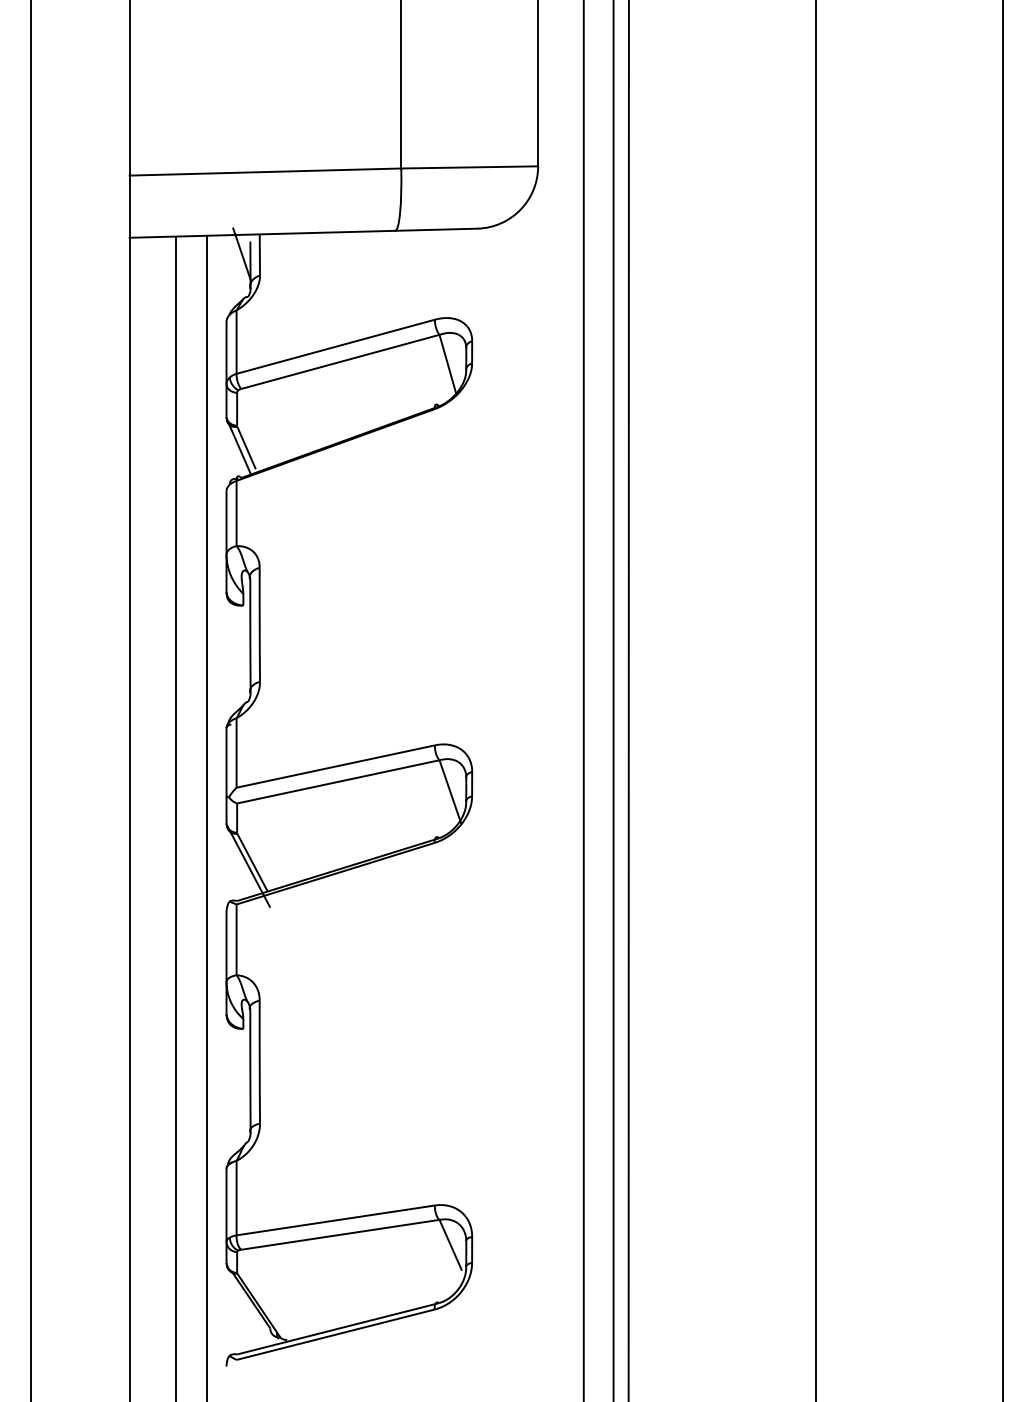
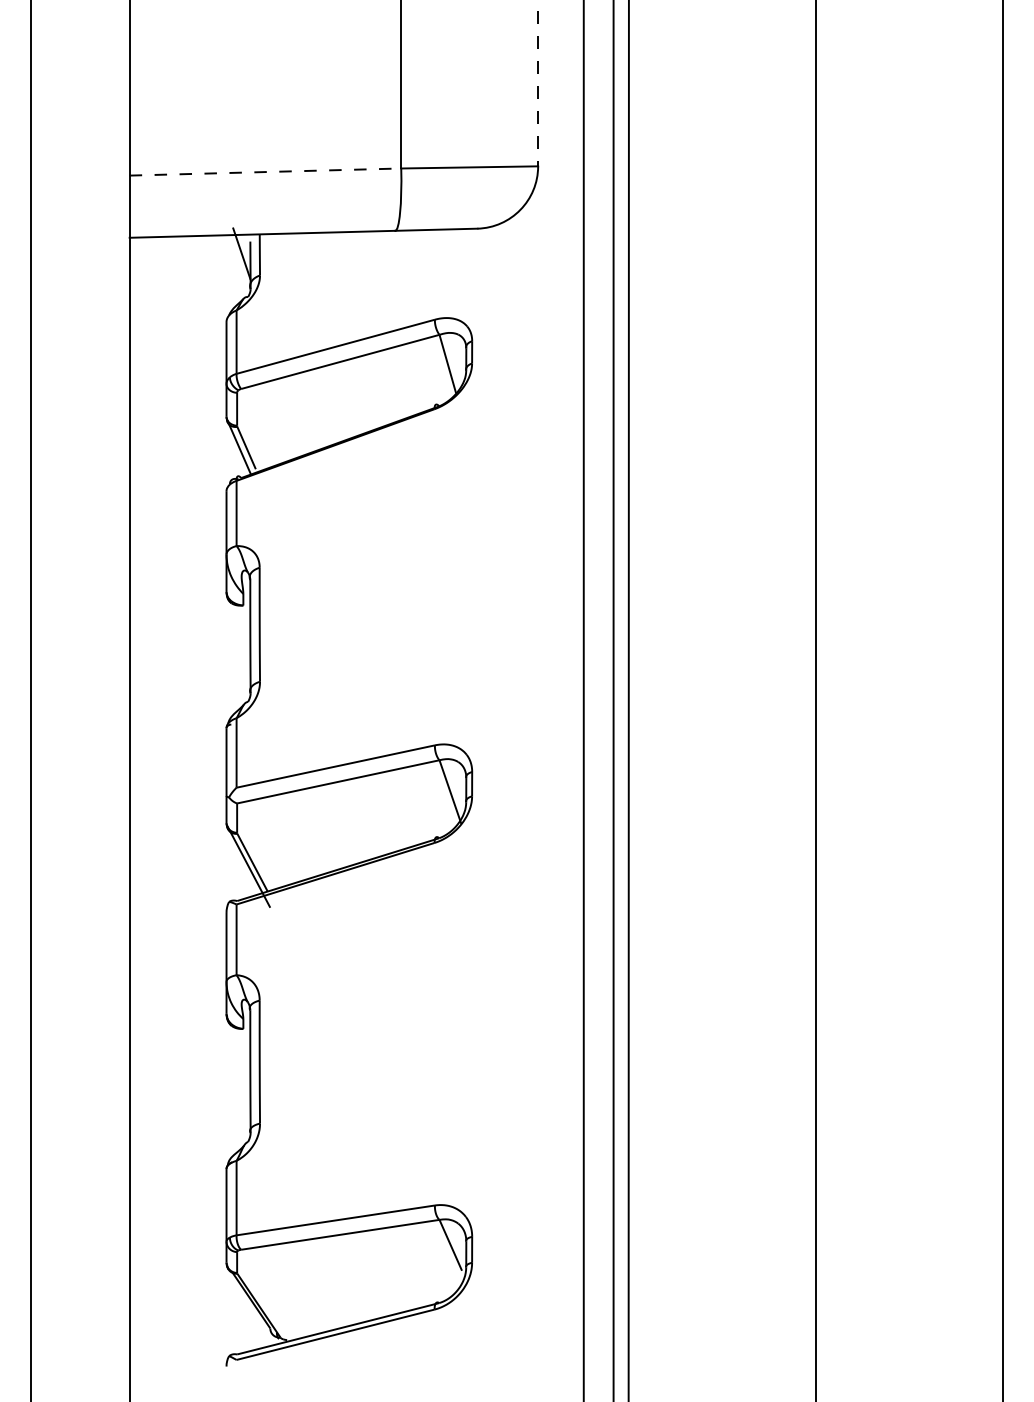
line at (538, 83): solid -> dashed
line at (265, 172): solid -> dashed
line at (206, 816): present -> none
line at (175, 817): present -> none
